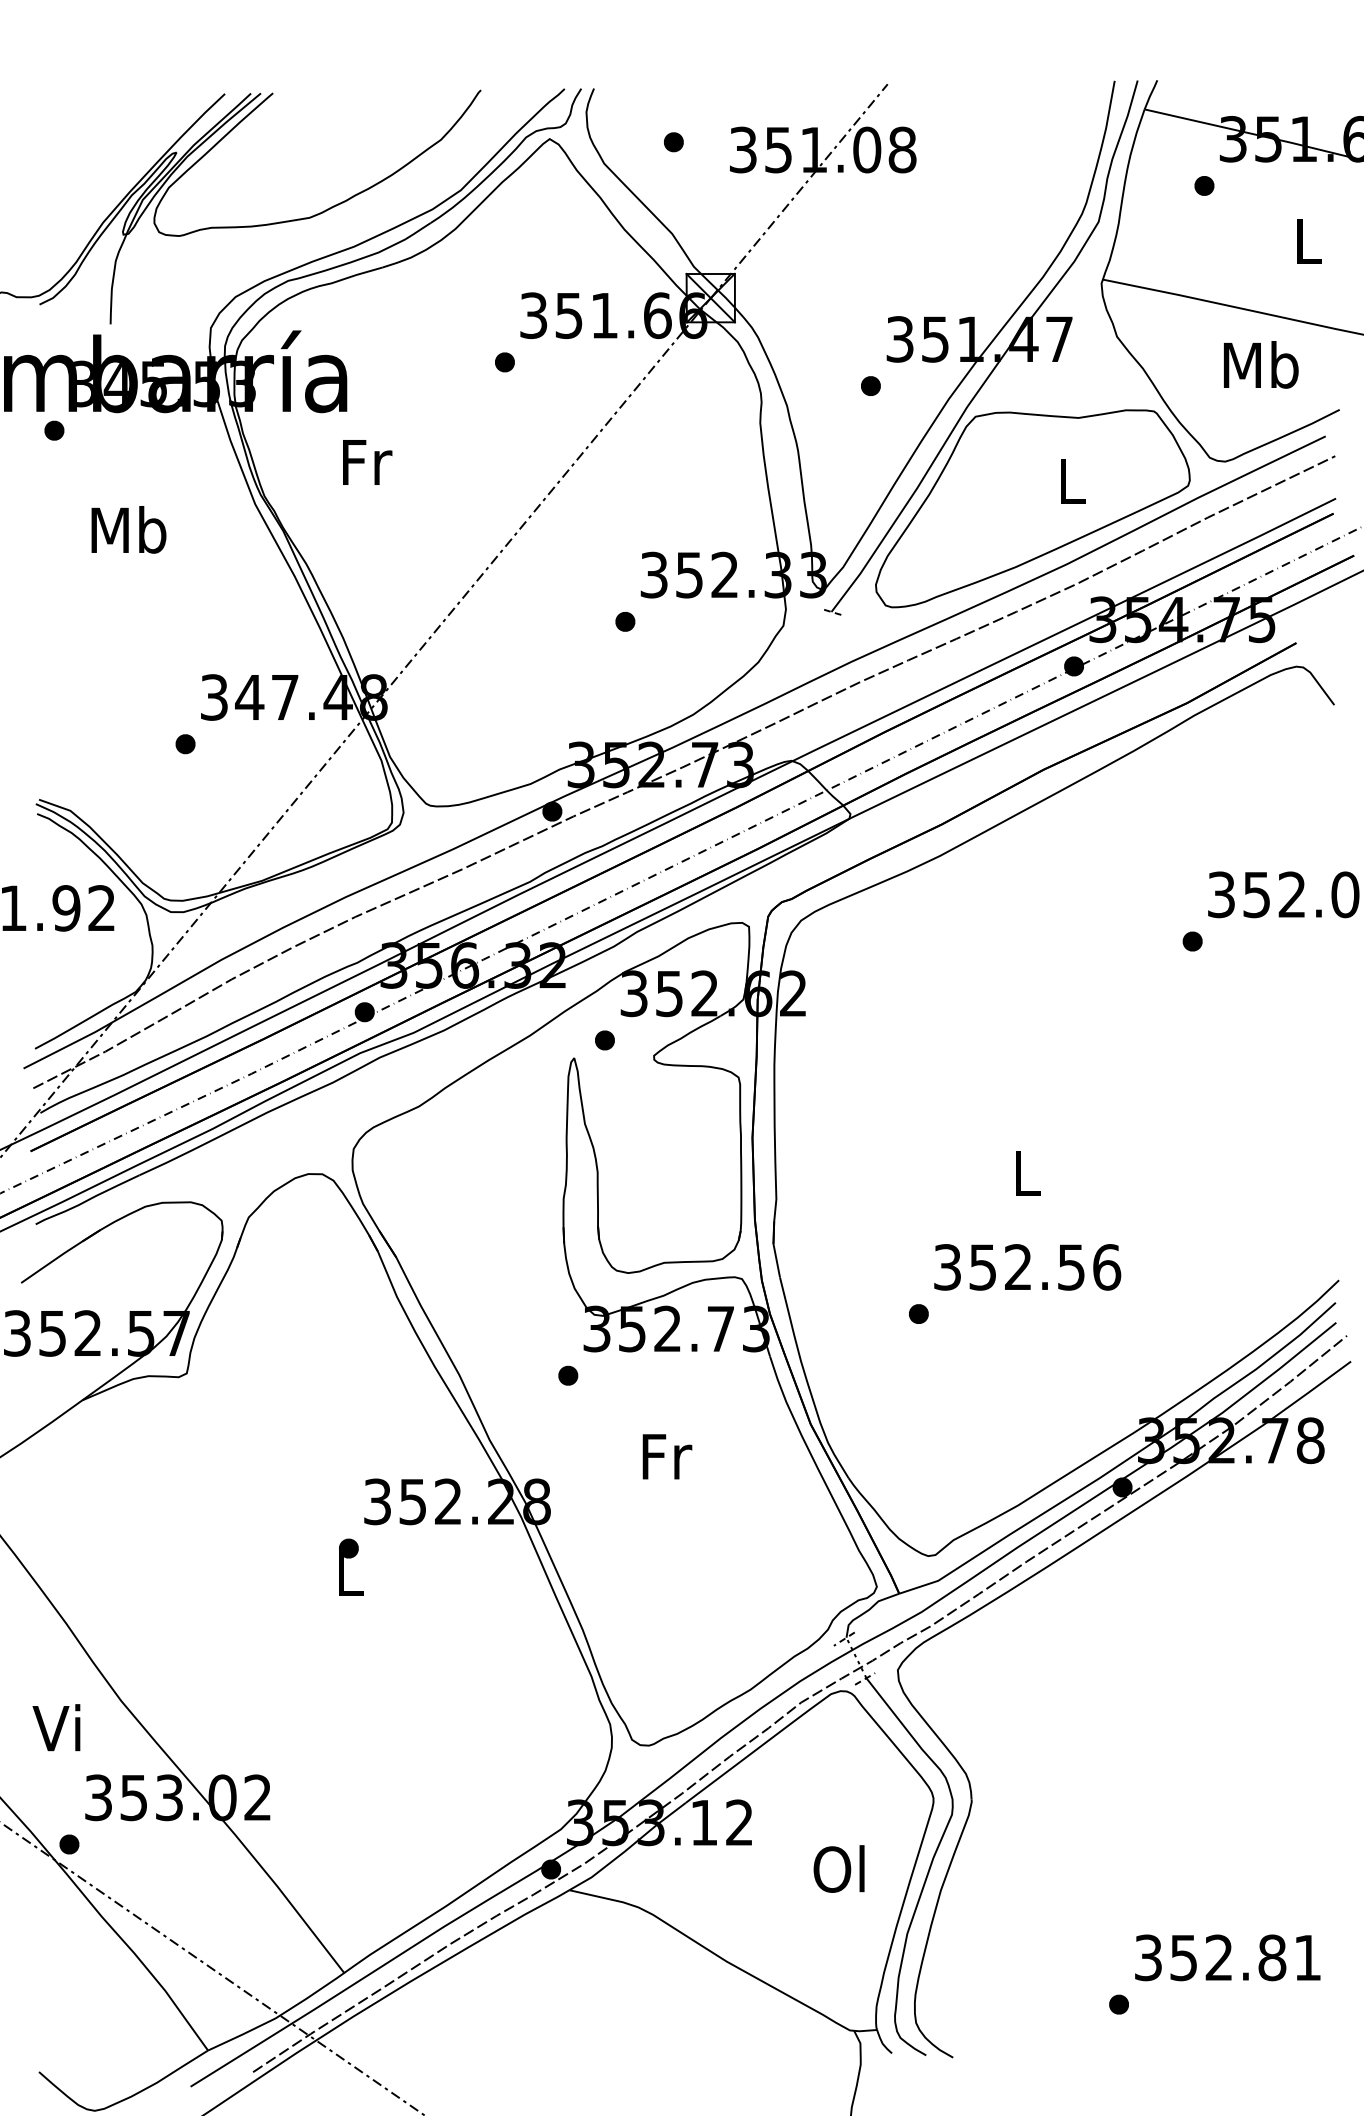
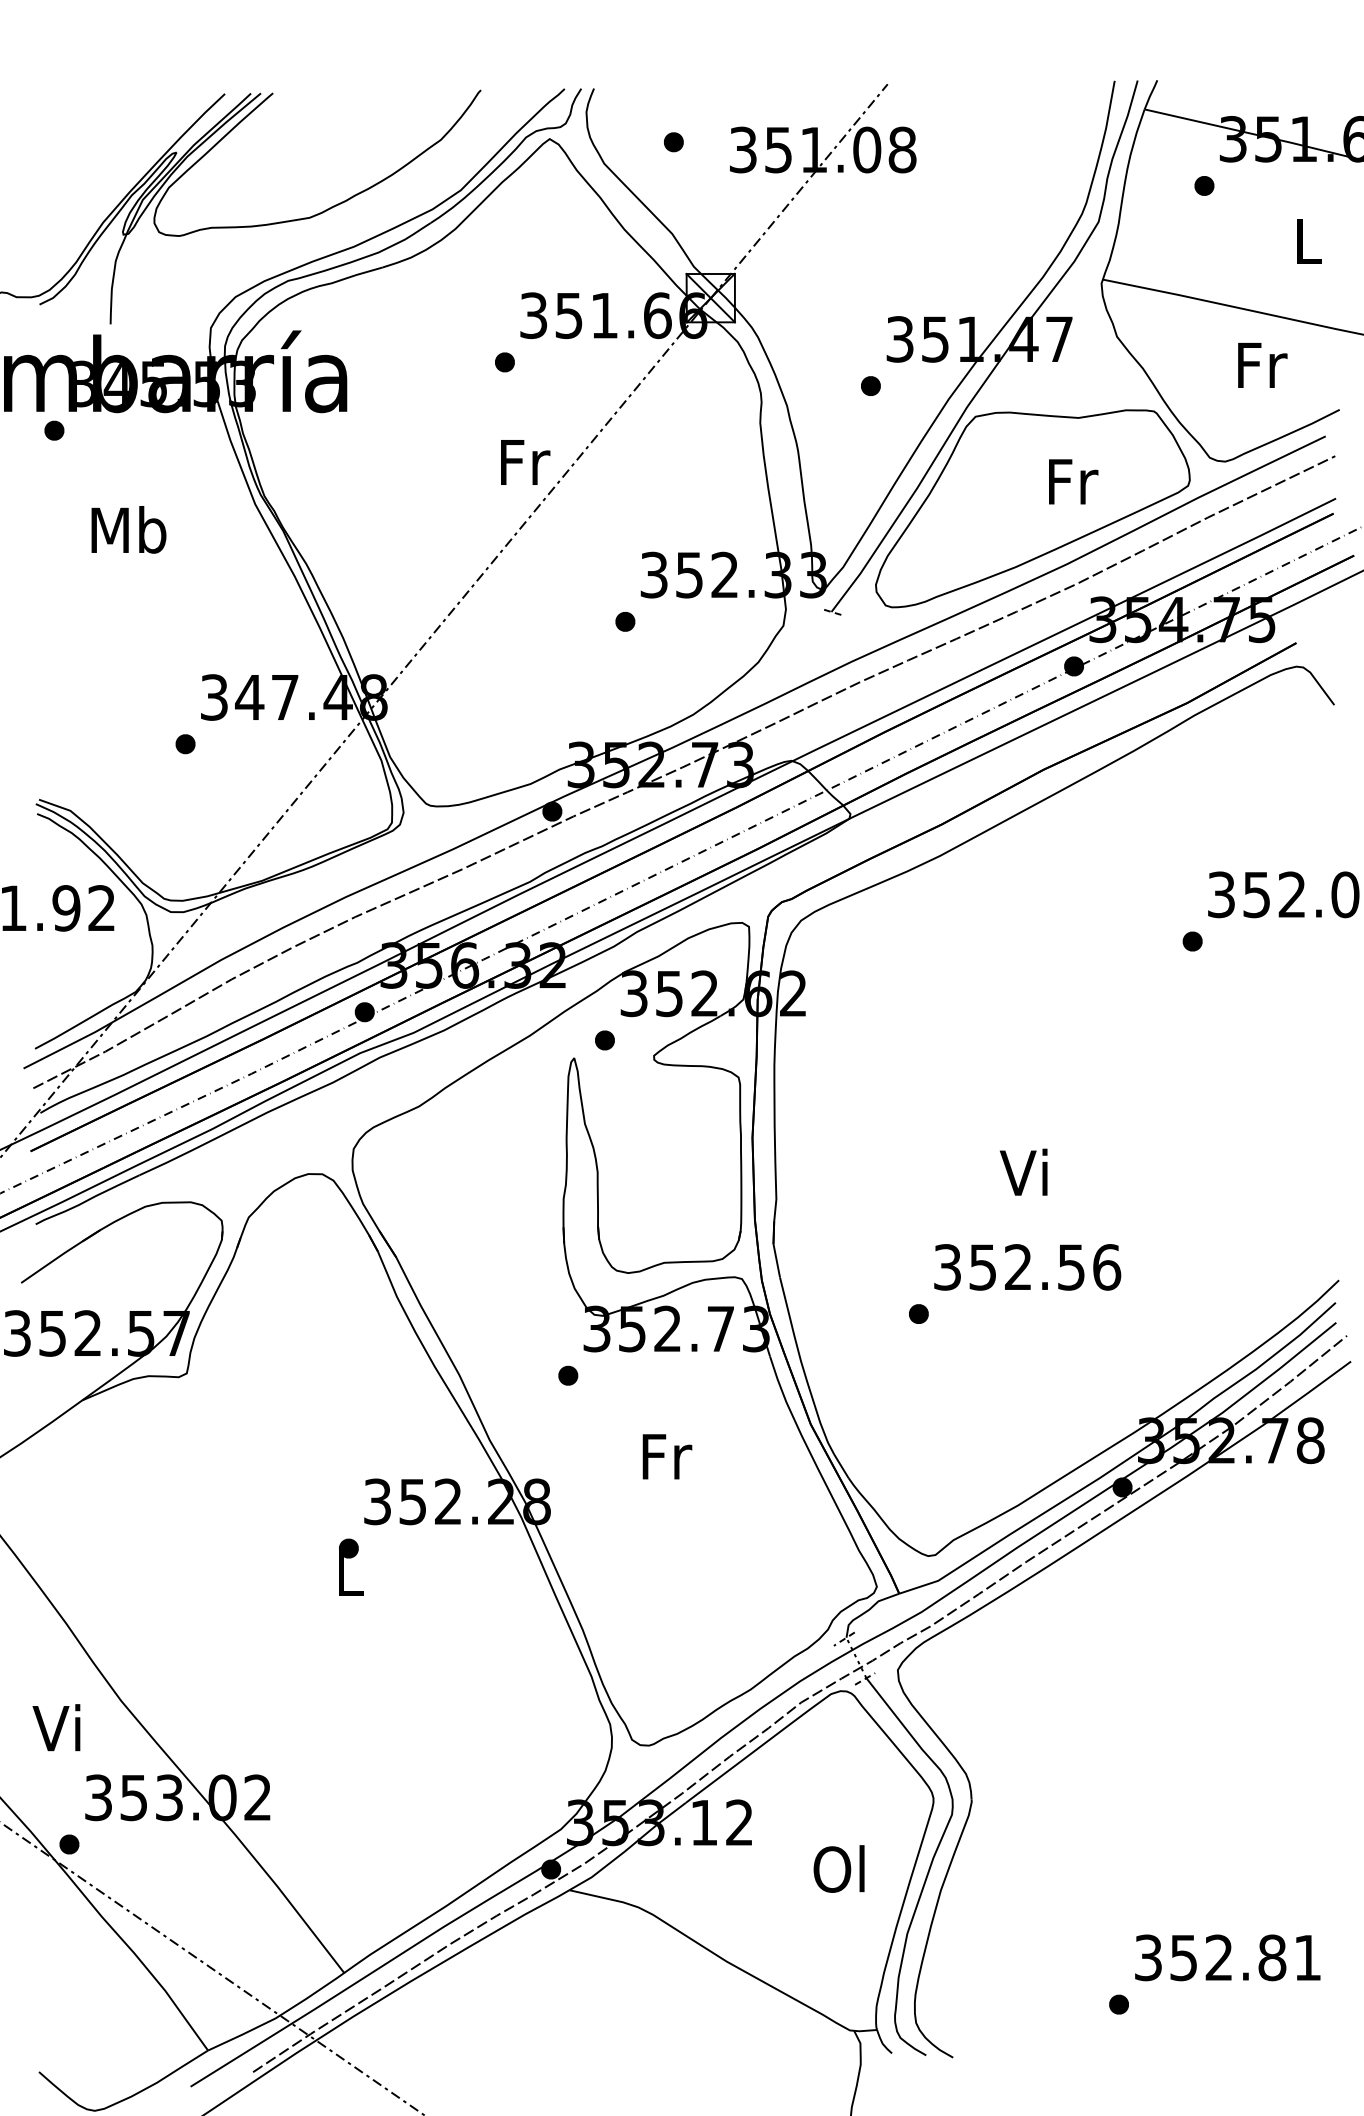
text at (1260, 364): Mb -> Fr
text at (367, 462) position: (367, 462) -> (525, 462)
text at (1073, 481): L -> Fr
text at (1023, 1171): L -> Vi
